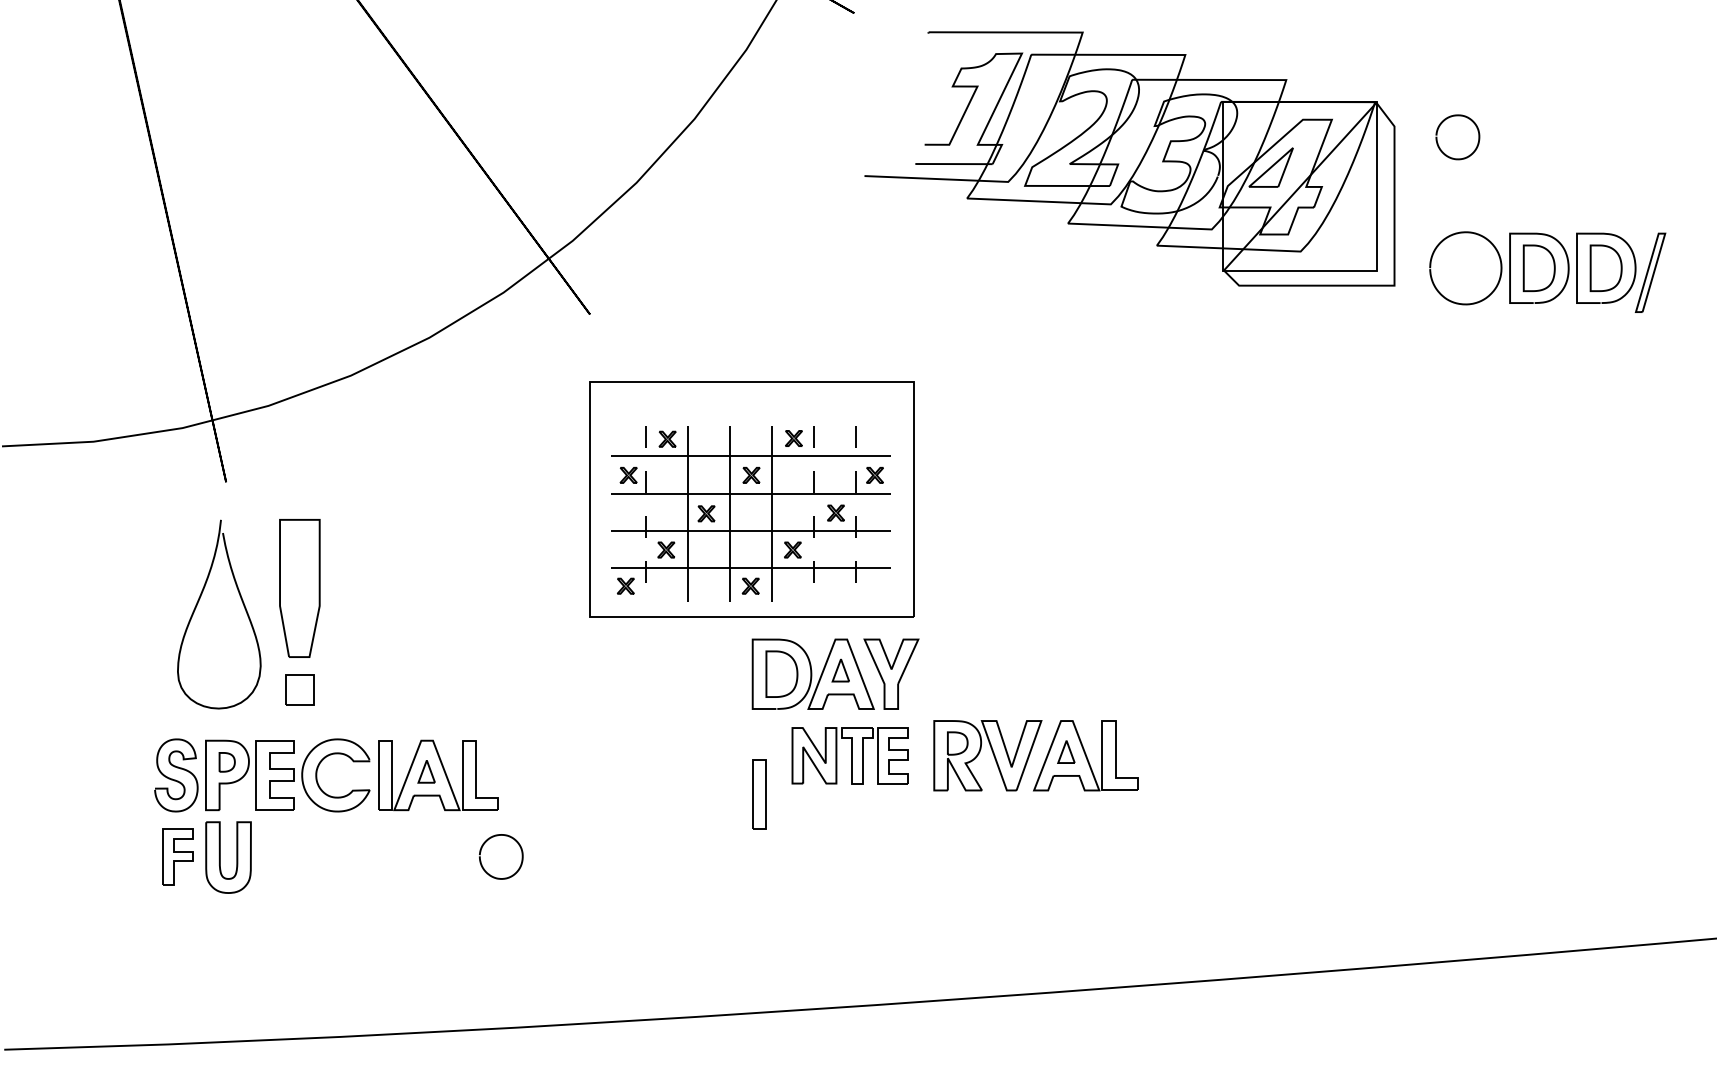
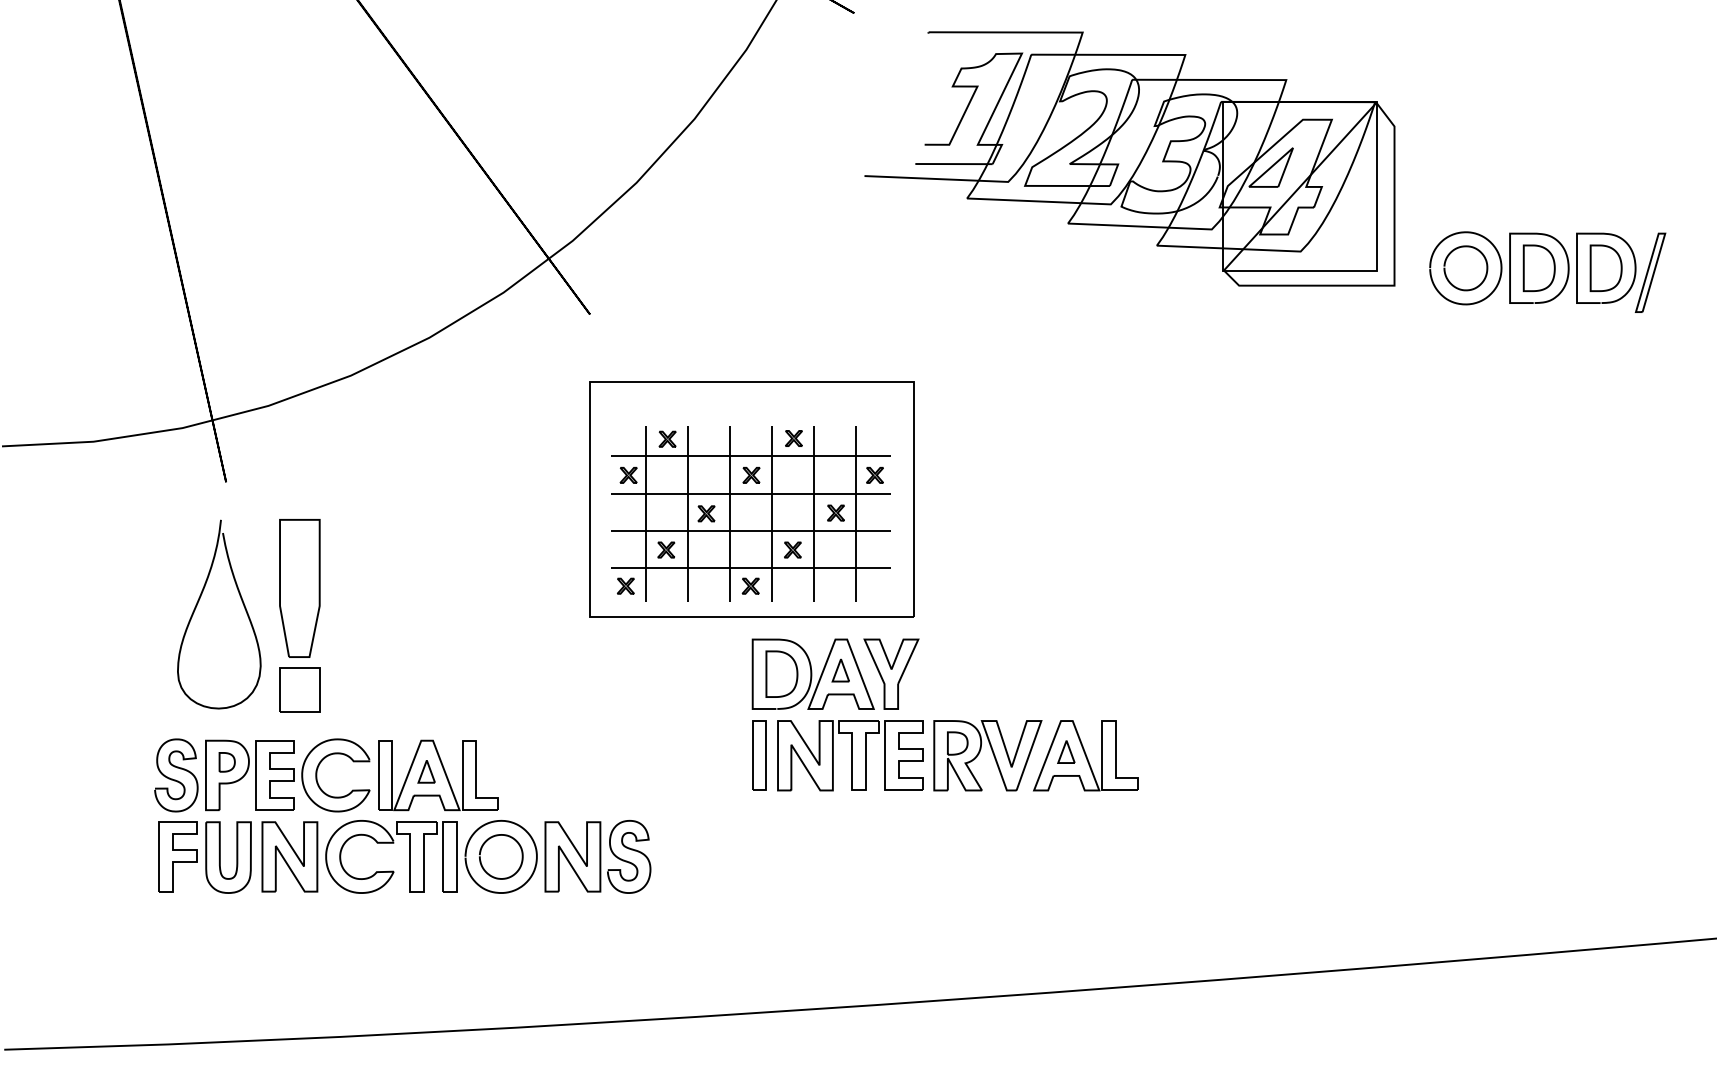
curve at (1439, 145) position: (1439, 145) -> (1447, 276)
line at (646, 514): dashed -> solid
line at (814, 514): dashed -> solid
line at (856, 514): dashed -> solid
part at (299, 689) size: 30x32 px -> 42x46 px
part at (849, 755) size: 118x58 px -> 147x72 px
part at (759, 794) position: (759, 794) -> (759, 755)
part at (177, 856) size: 32x58 px -> 40x72 px
part at (456, 856): none -> present
